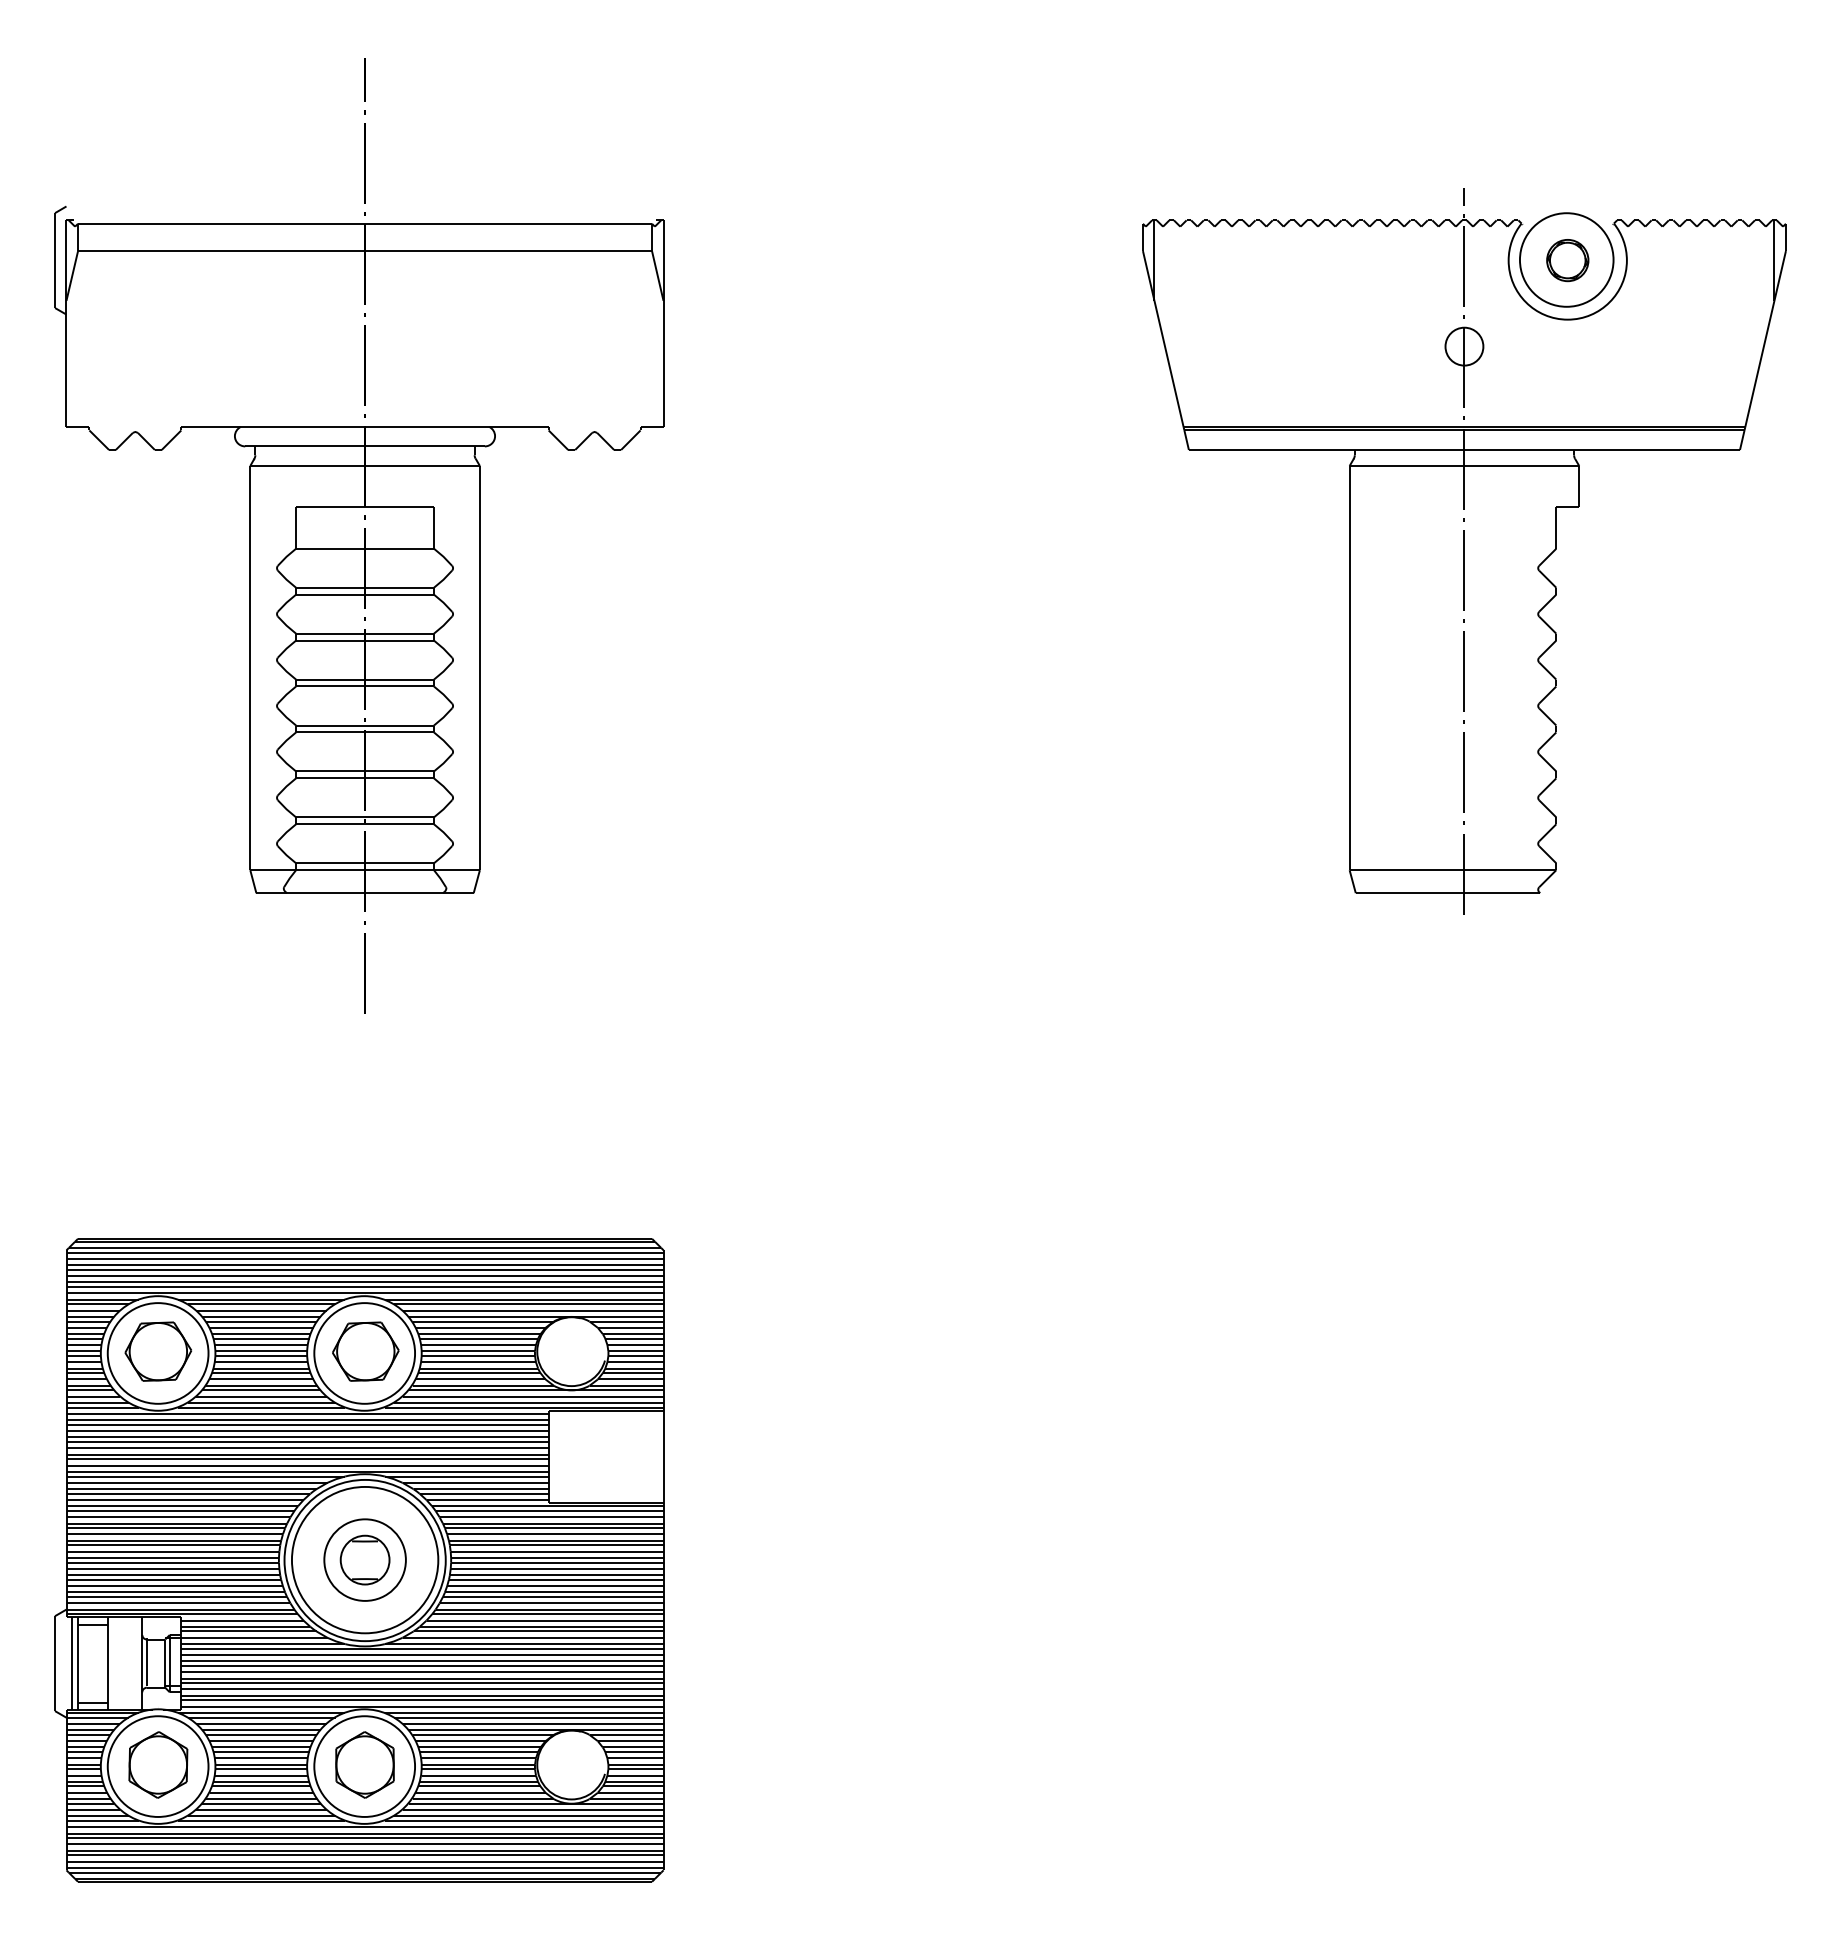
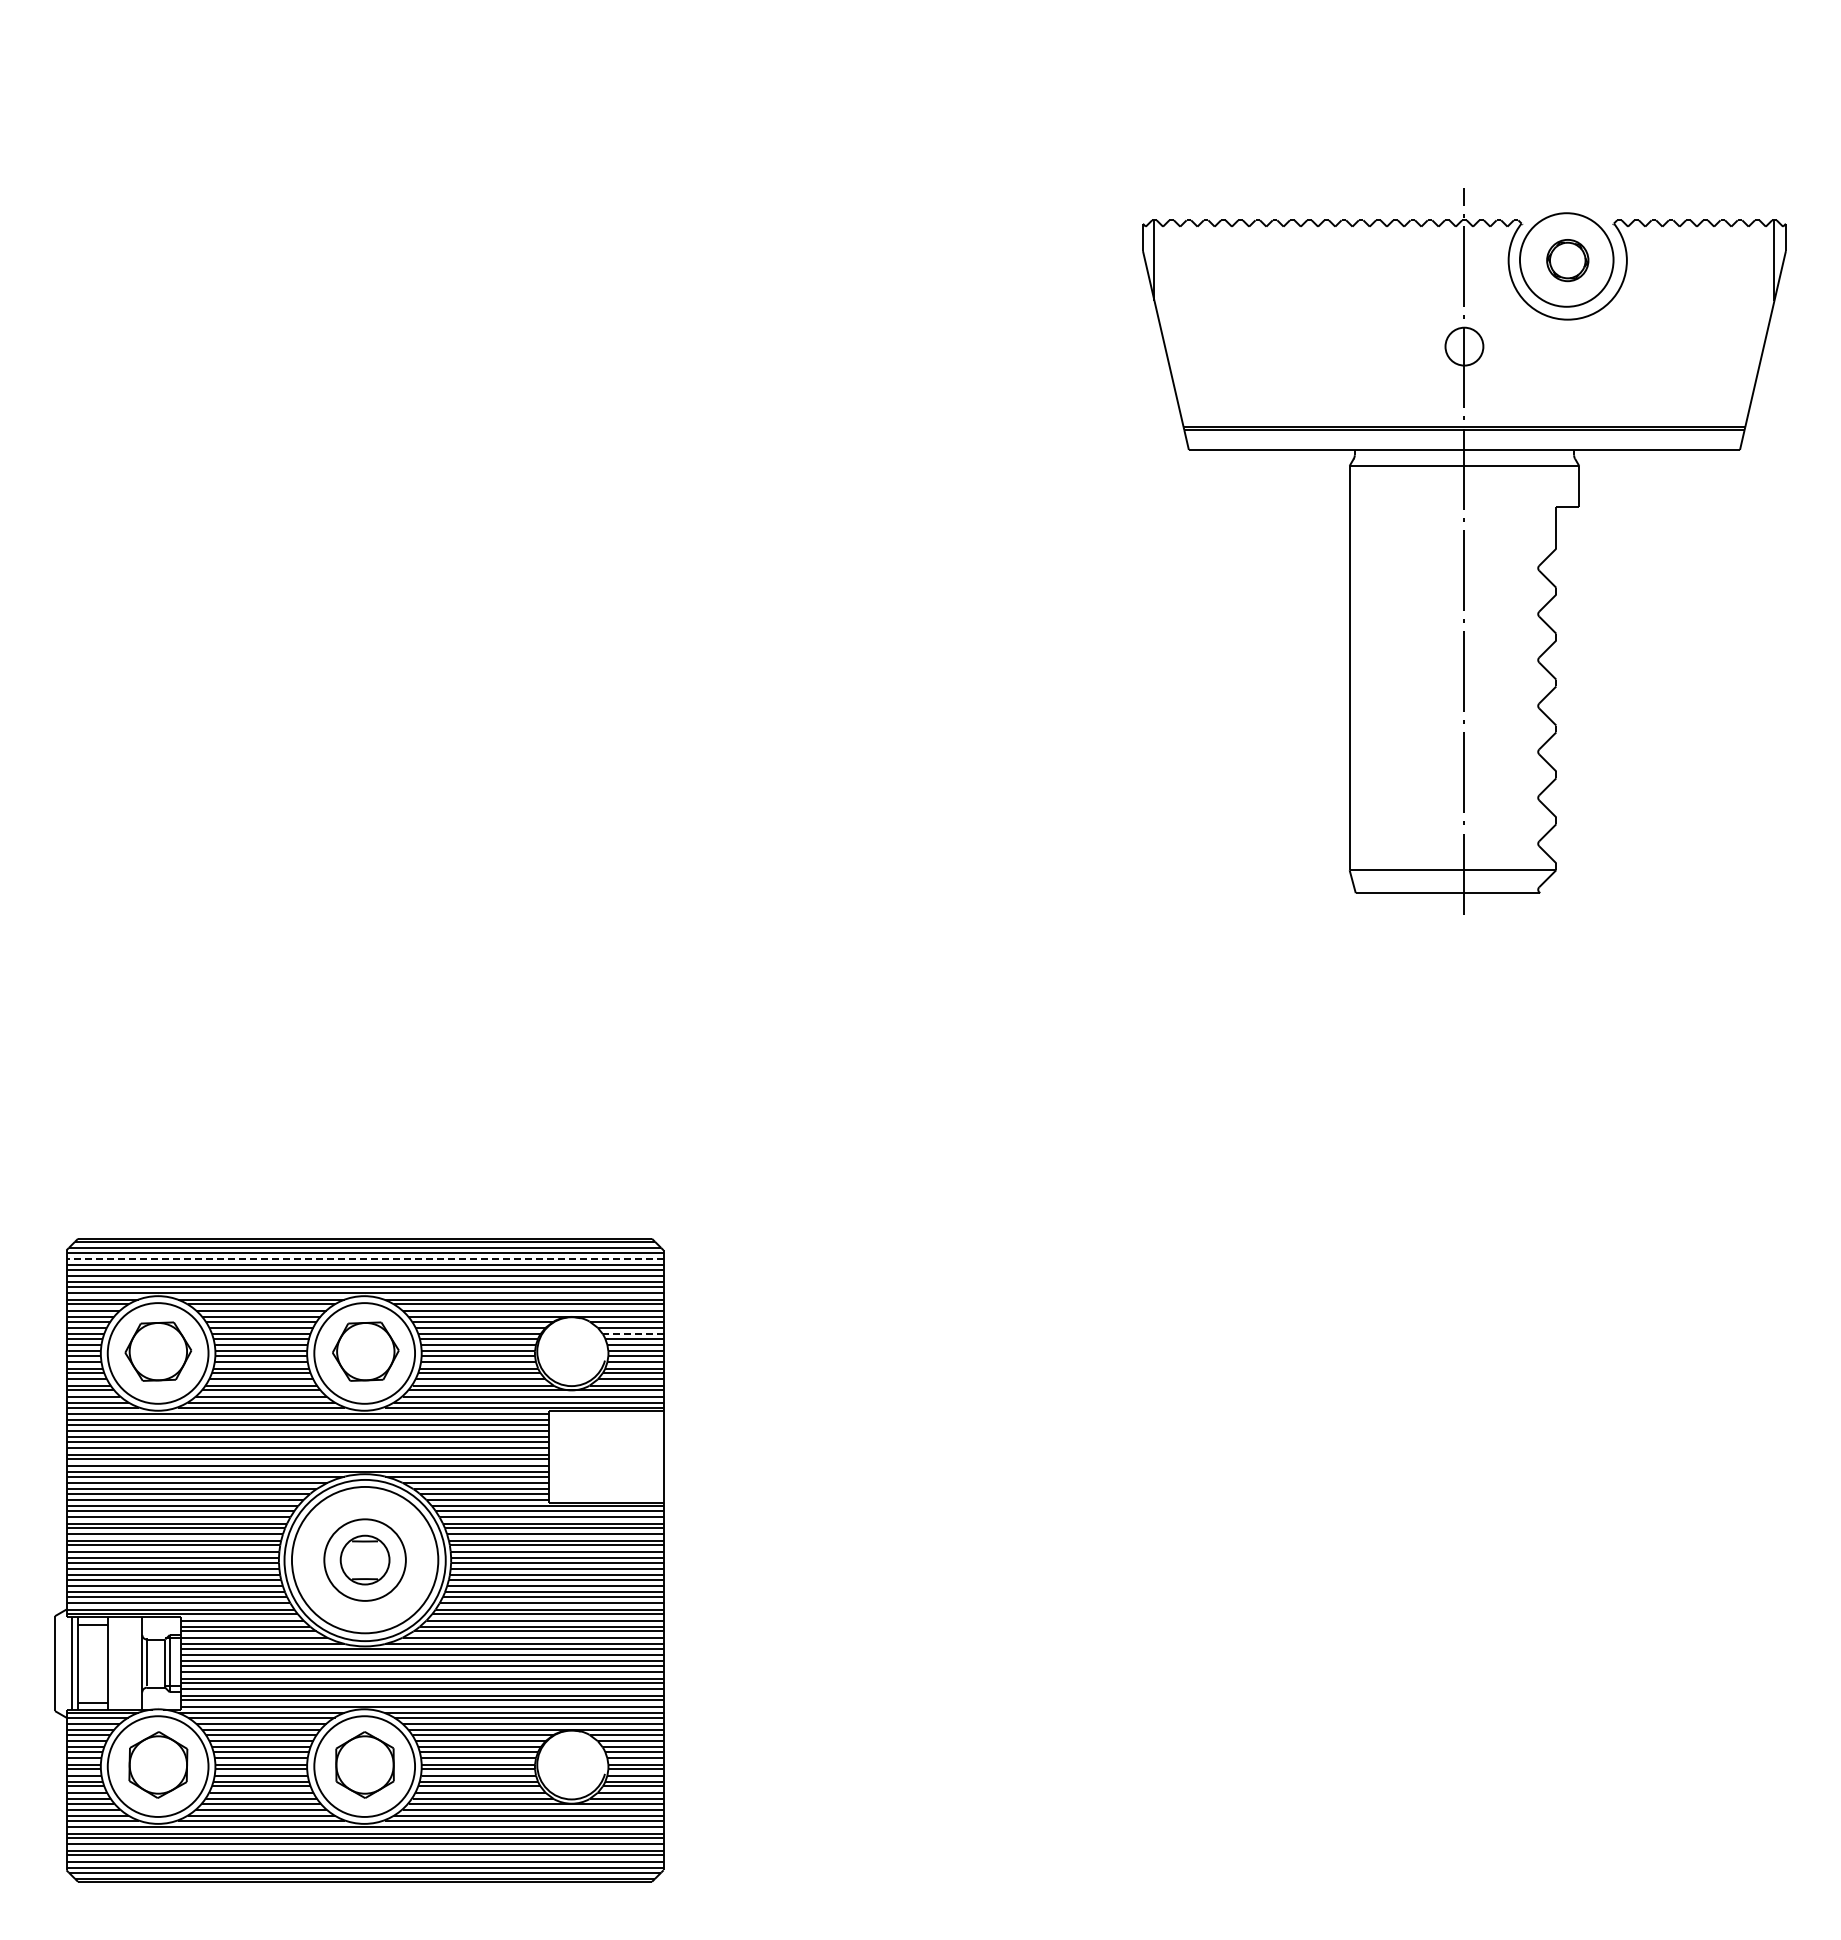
part at (359, 535): present -> none
line at (365, 1258): solid -> dashed
line at (632, 1334): solid -> dashed
